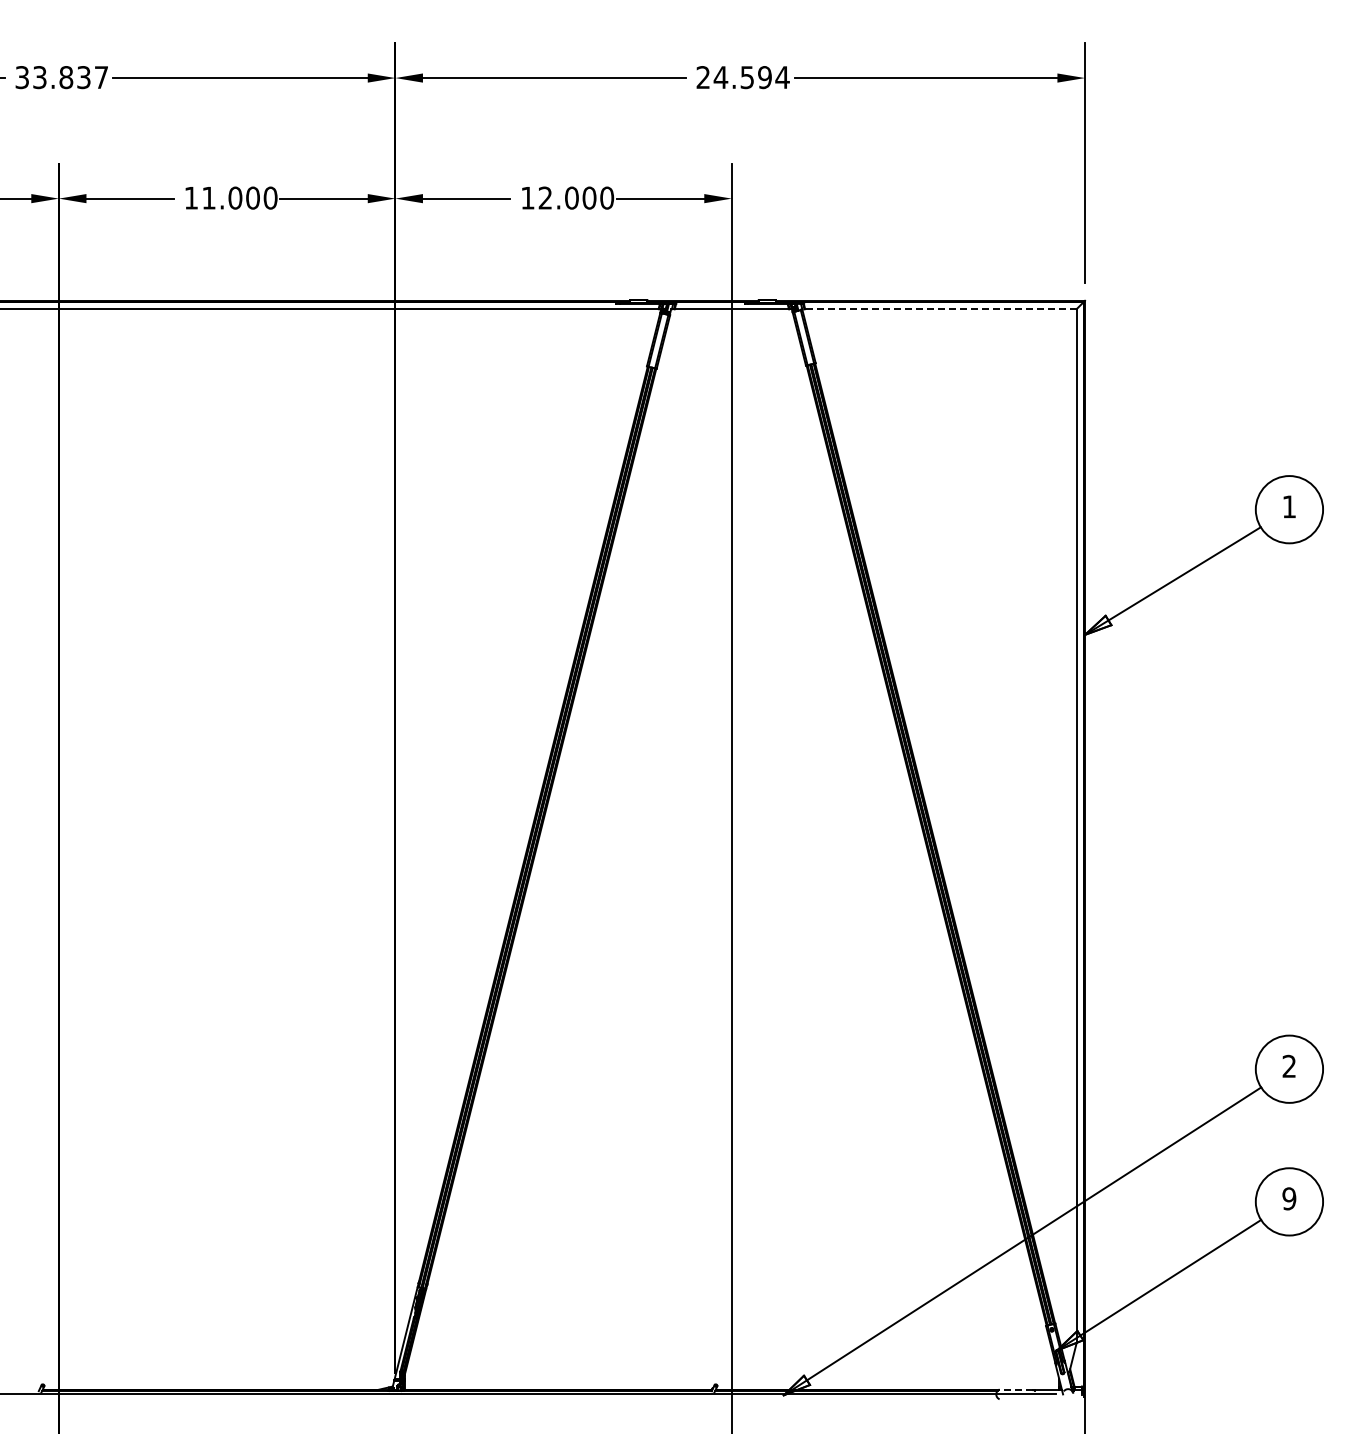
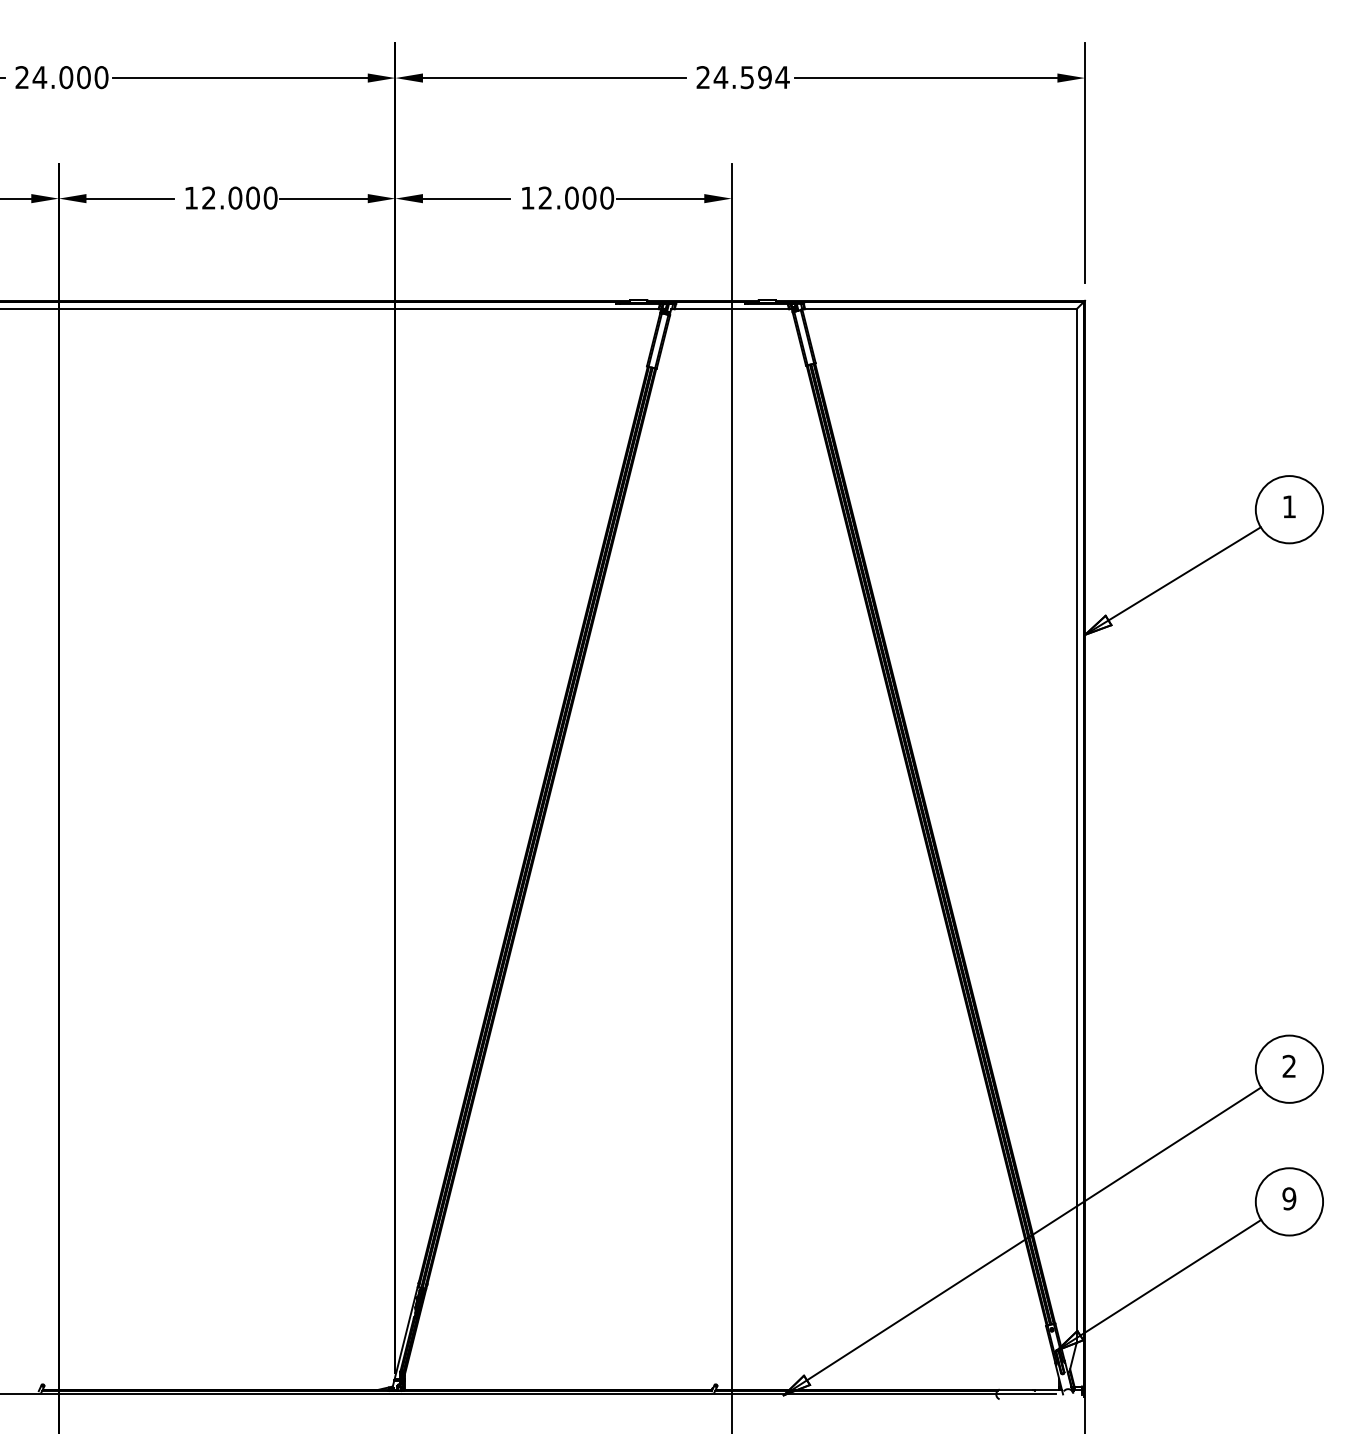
text at (61, 77): 33.837 -> 24.000
text at (208, 197): 11.000 -> 12.000
line at (939, 309): dashed -> solid
line at (1016, 1389): dashed -> solid
